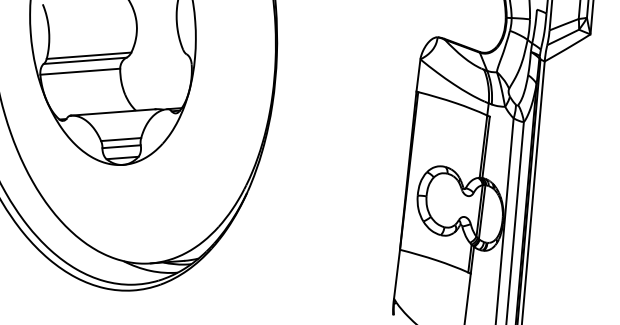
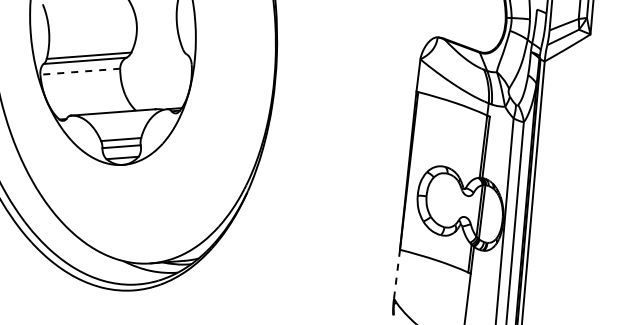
line at (79, 71): solid -> dashed
line at (397, 274): solid -> dashed
